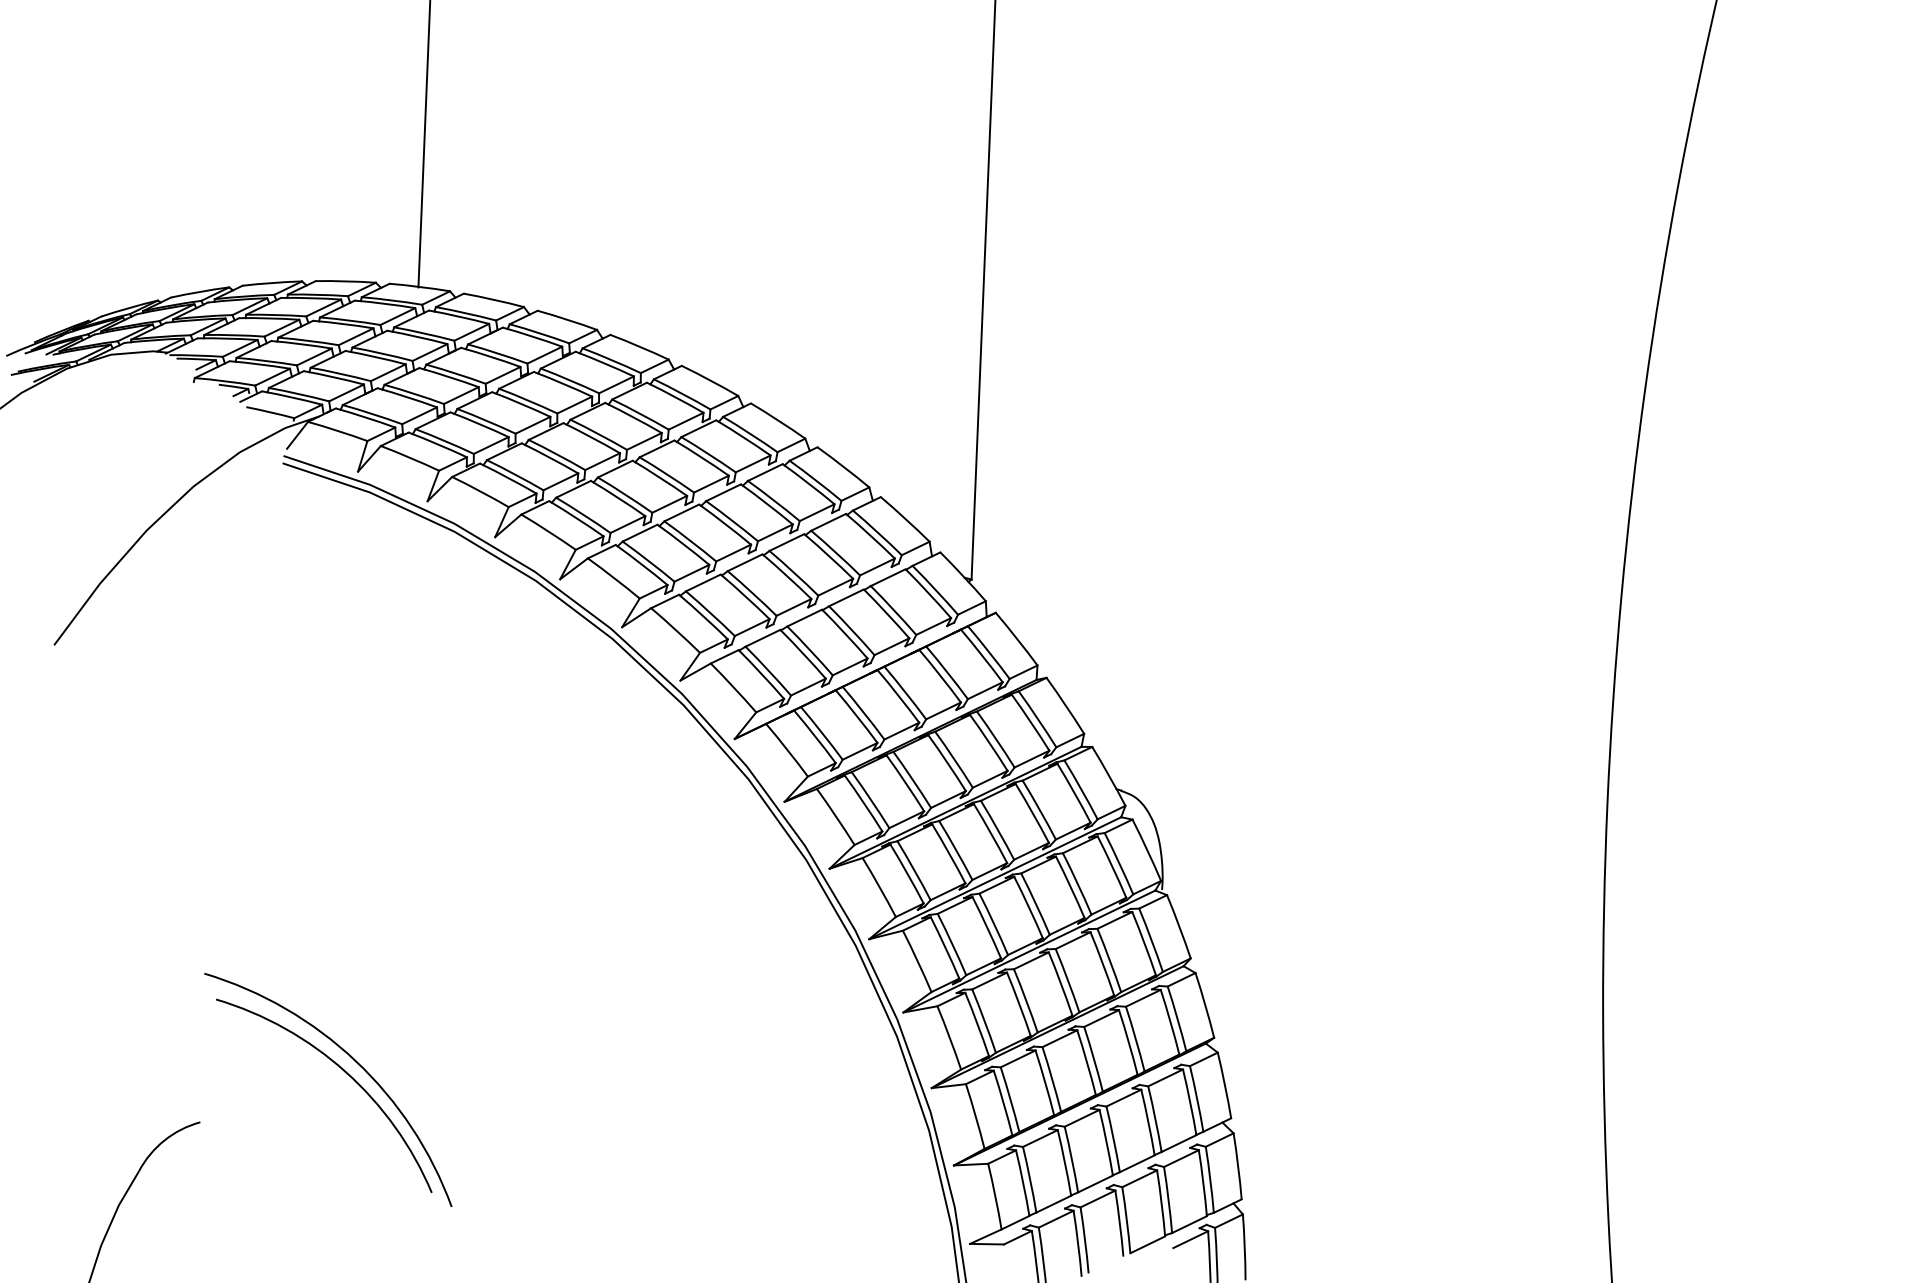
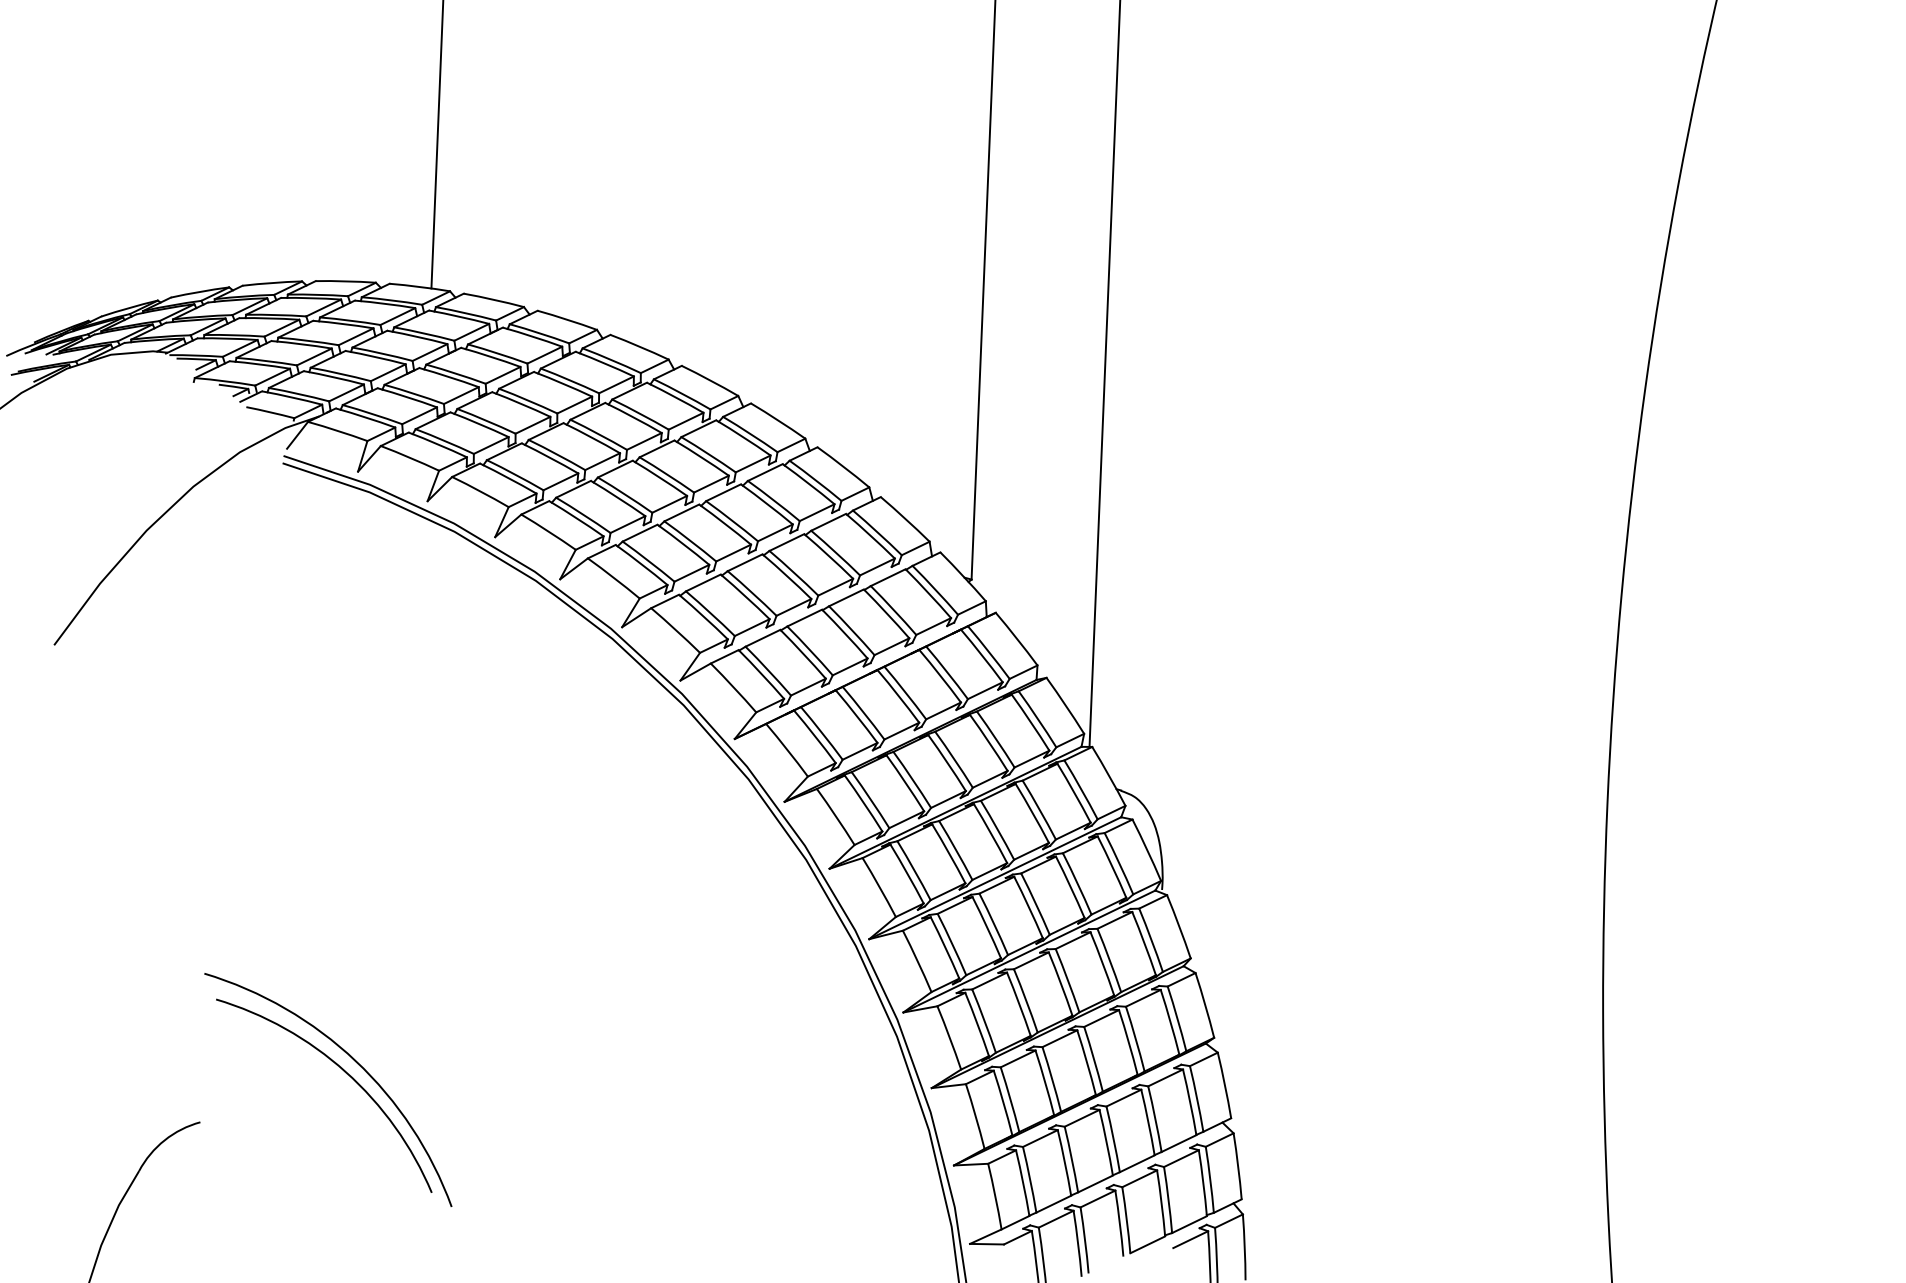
line at (424, 144) position: (424, 144) -> (437, 145)
line at (1104, 374): none -> present
